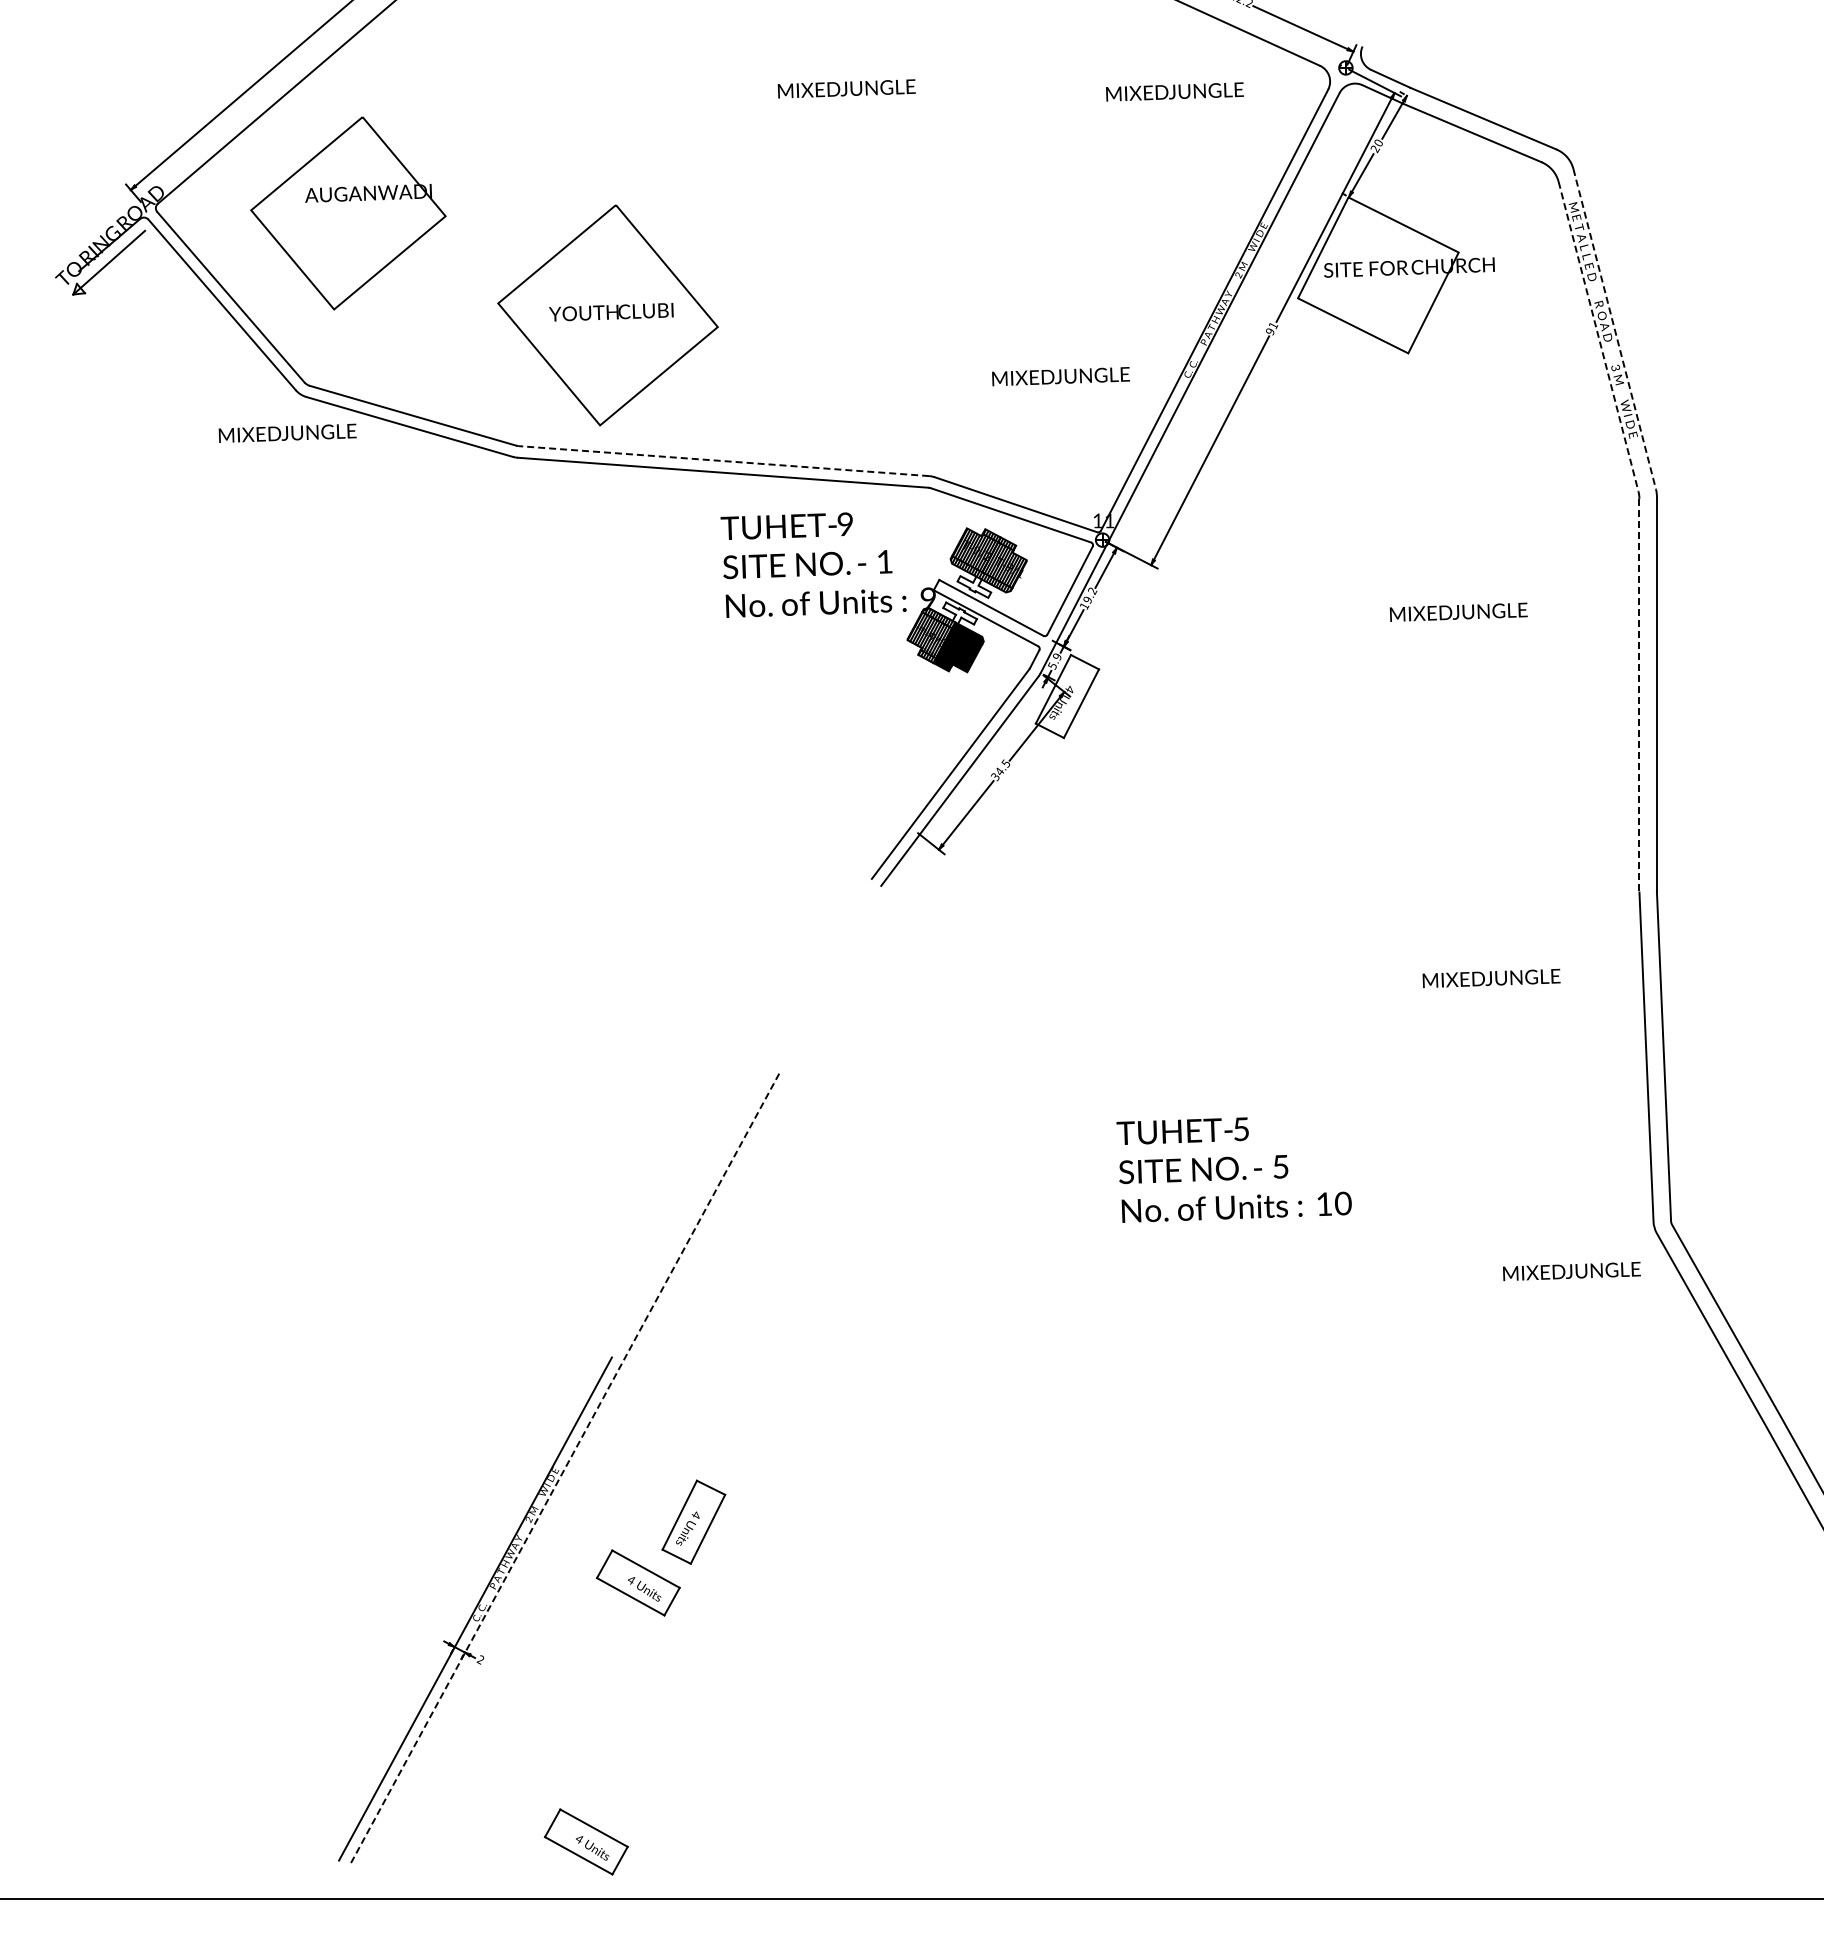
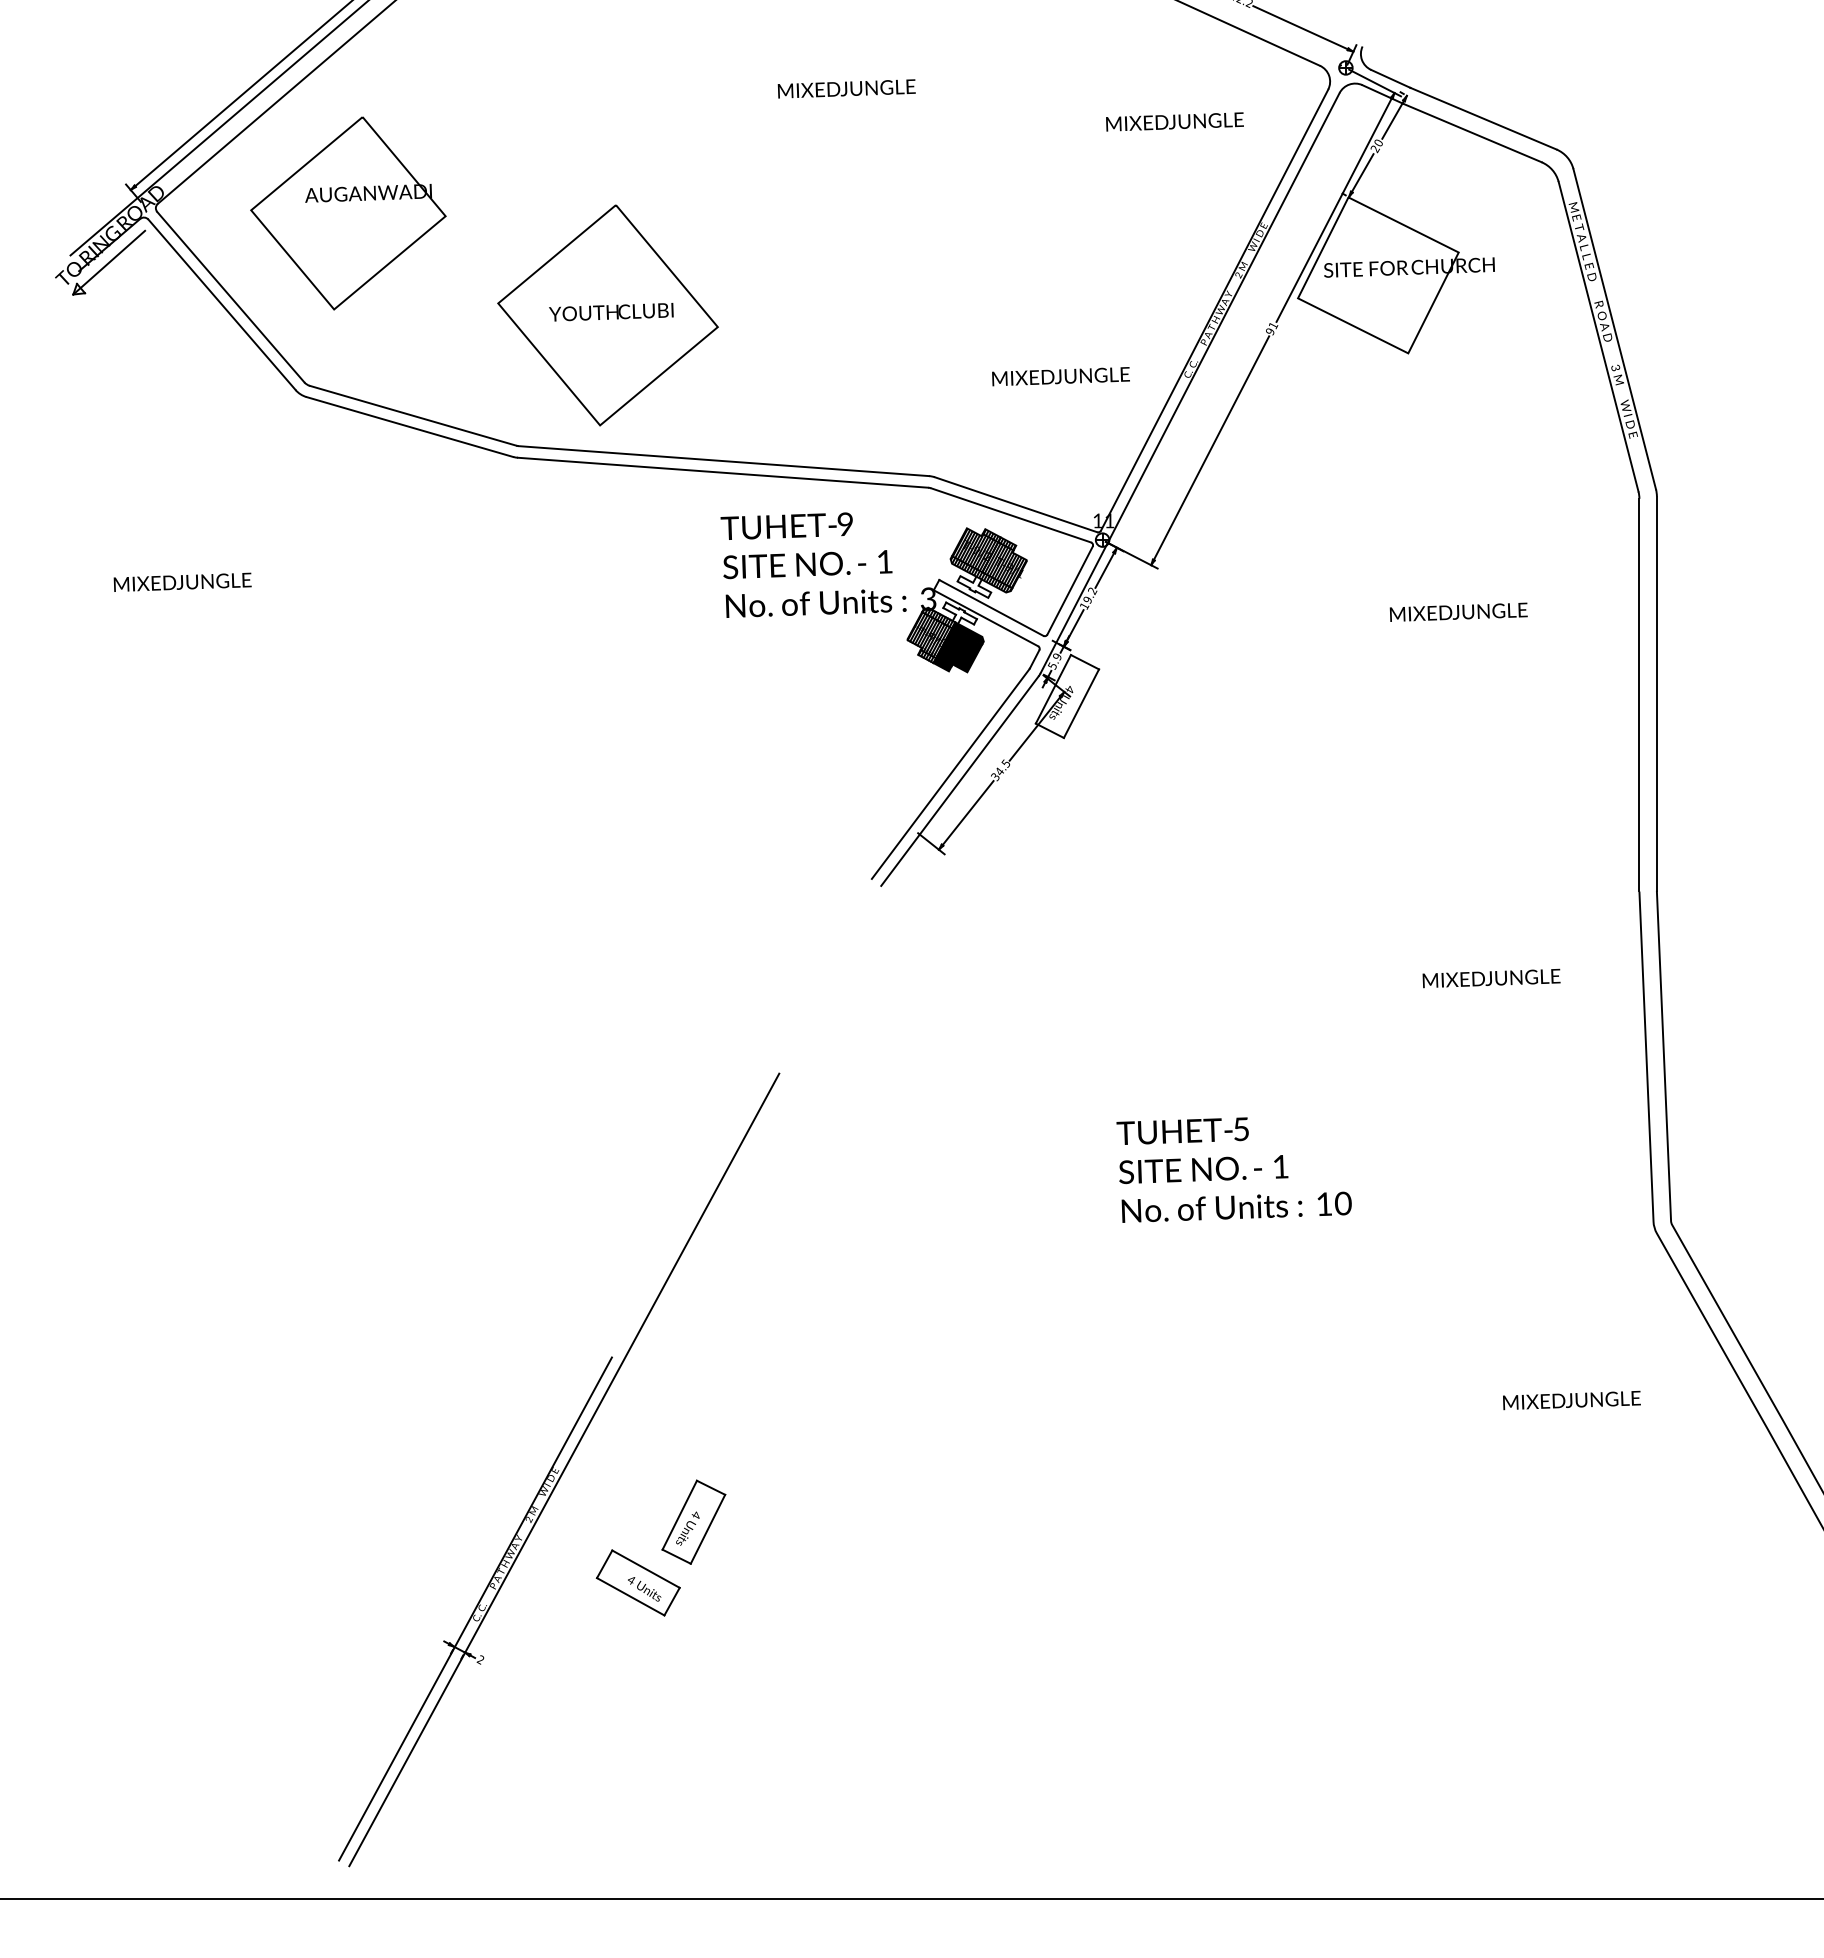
text at (1174, 91) position: (1174, 91) -> (1174, 121)
line at (218, 128): none -> present
line at (1614, 329): dashed -> solid
line at (1598, 336): dashed -> solid
text at (287, 432) position: (287, 432) -> (182, 581)
line at (723, 461): dashed -> solid
text at (928, 599): 9 -> 3
line at (1639, 695): dashed -> solid
text at (1280, 1166): 5 -> 1
text at (1571, 1271) position: (1571, 1271) -> (1571, 1400)
line at (564, 1469): dashed -> solid
part at (585, 1841): present -> none
